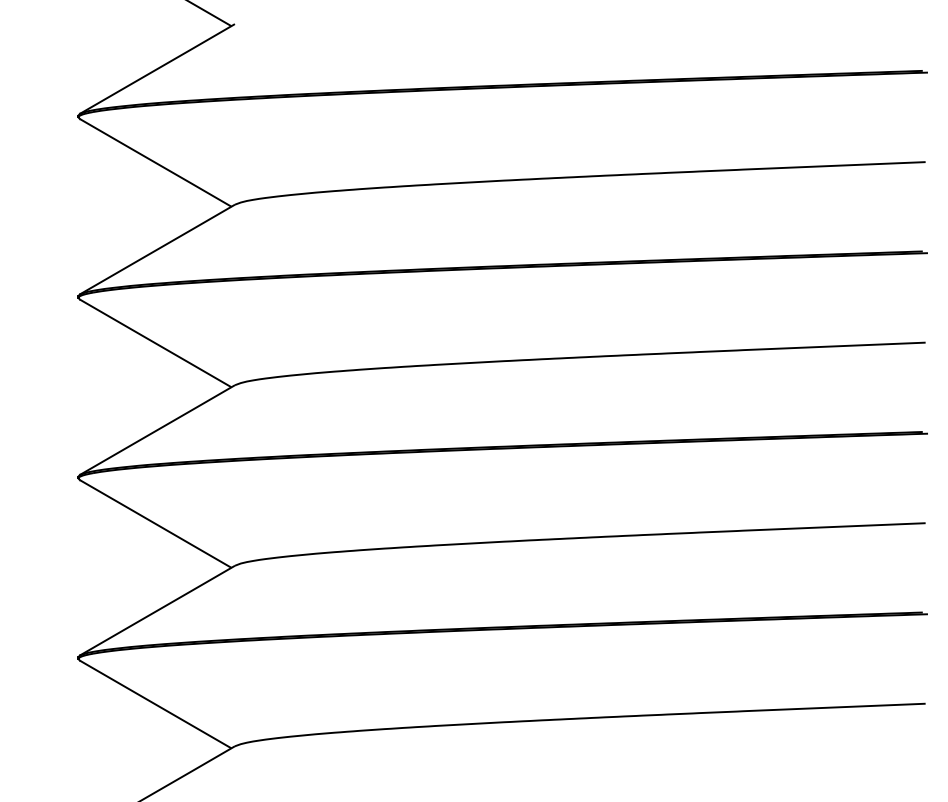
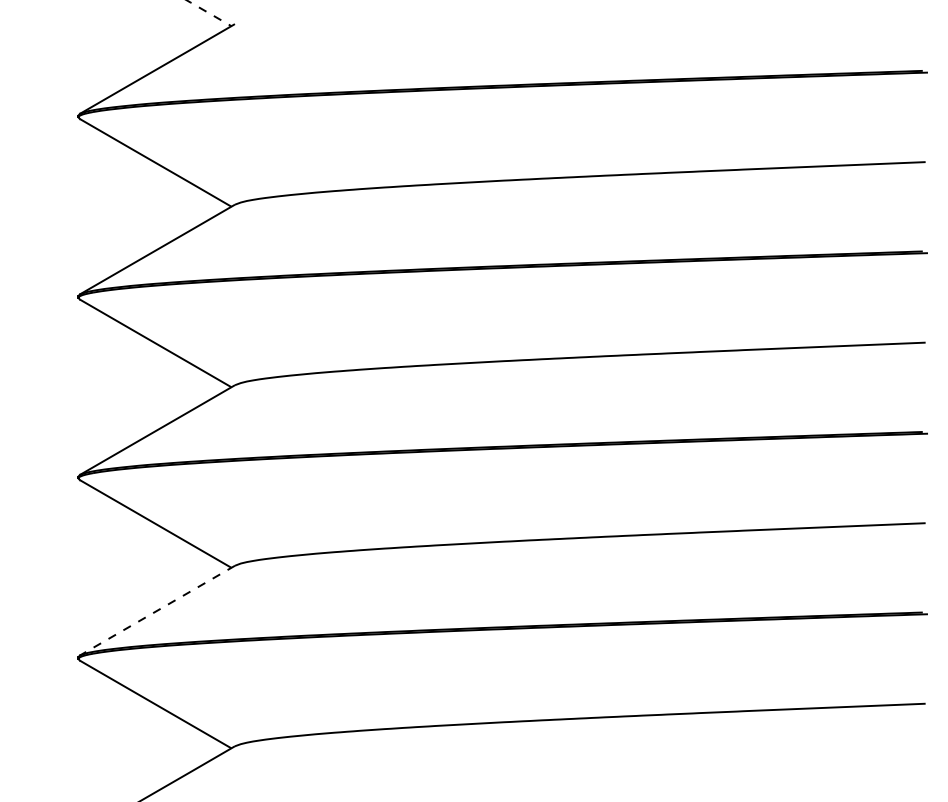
line at (209, 13): solid -> dashed
line at (156, 611): solid -> dashed
